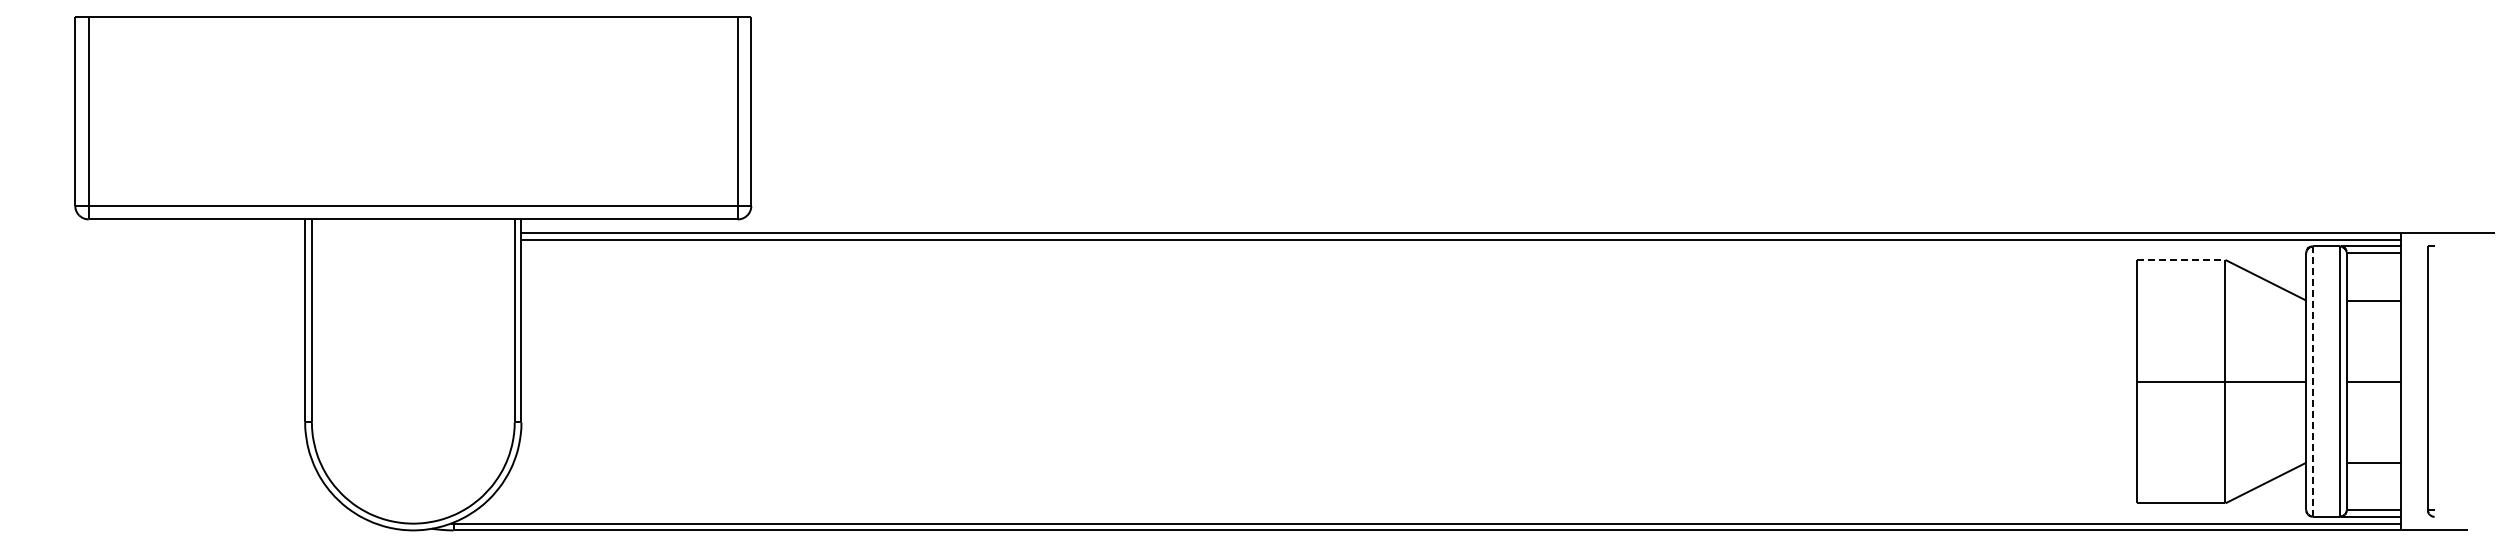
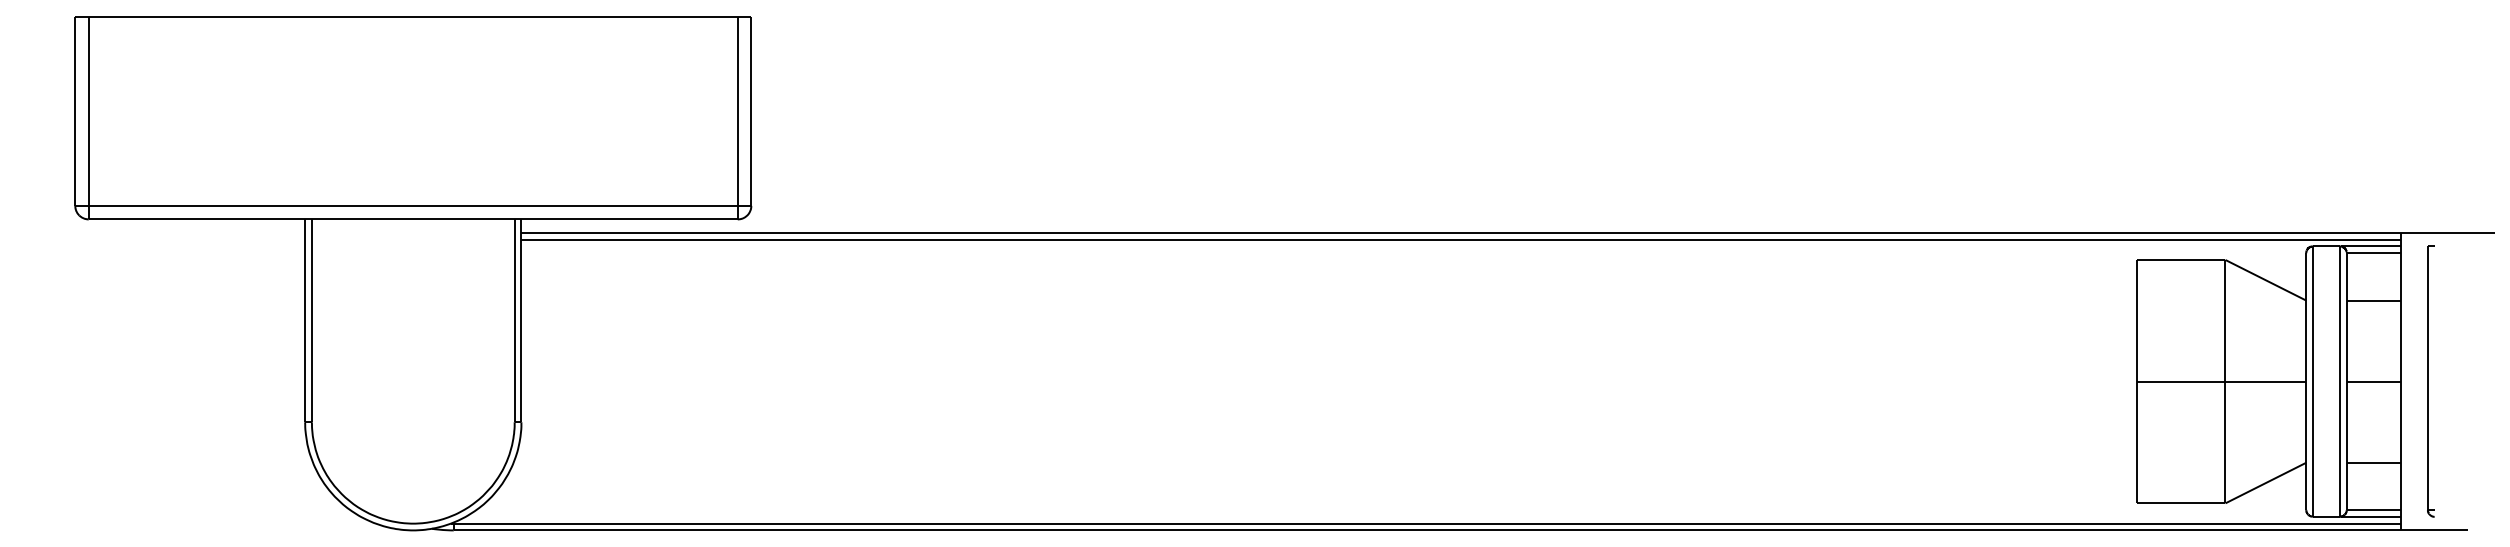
line at (2181, 259): dashed -> solid
line at (2312, 382): dashed -> solid
